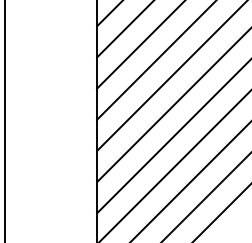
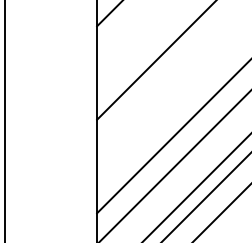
line at (124, 29): present -> none
line at (140, 45): present -> none
line at (171, 76): present -> none
line at (172, 106): present -> none
line at (190, 181) position: (190, 181) -> (196, 187)
